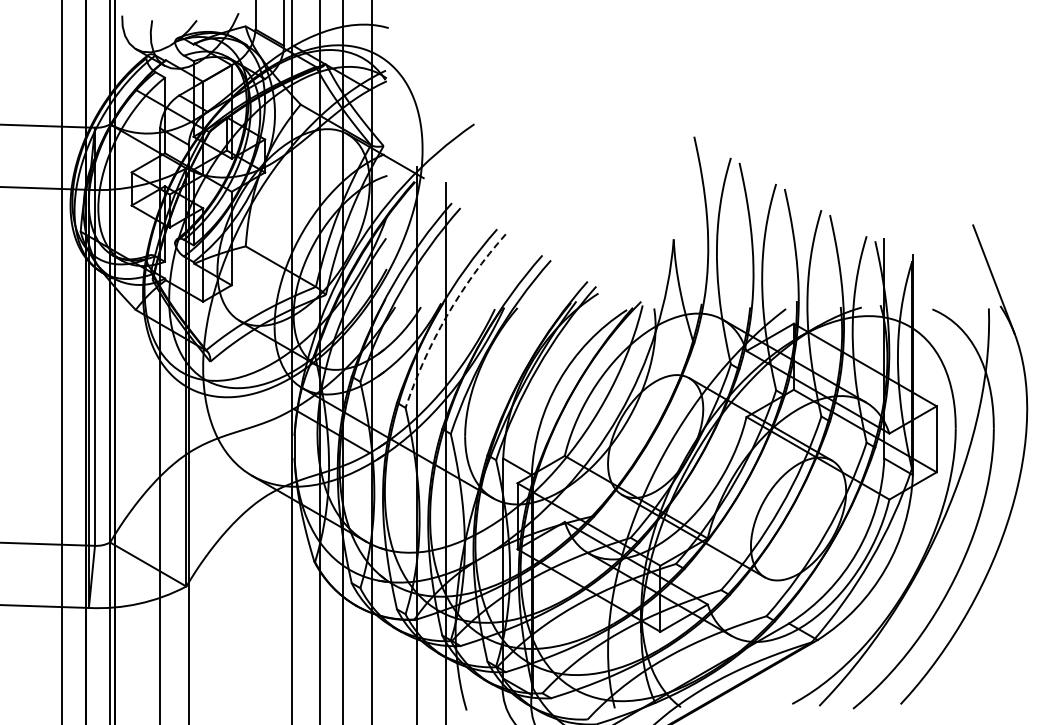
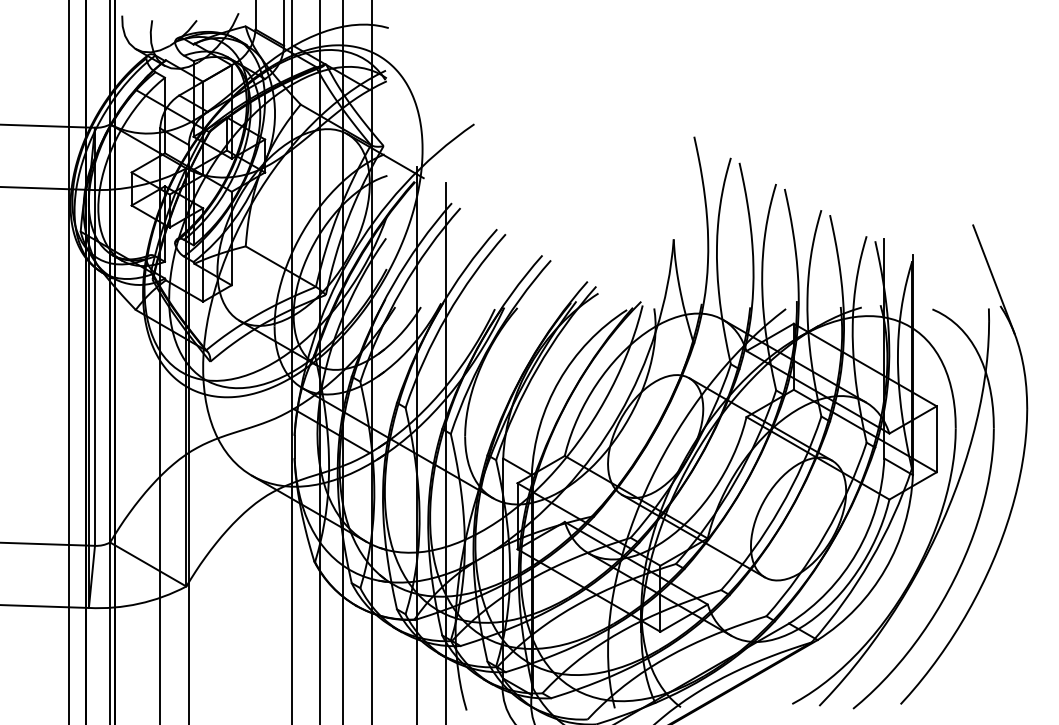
arc at (446, 316): dashed -> solid
line at (62, 361) position: (62, 361) -> (69, 361)
